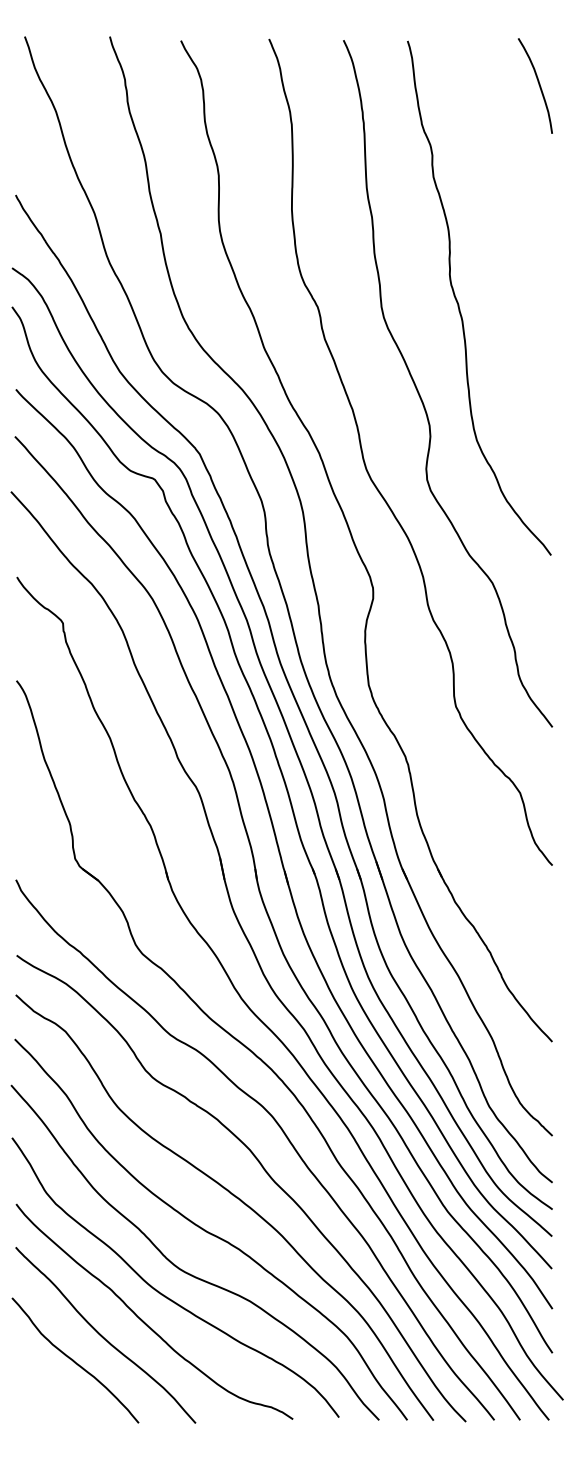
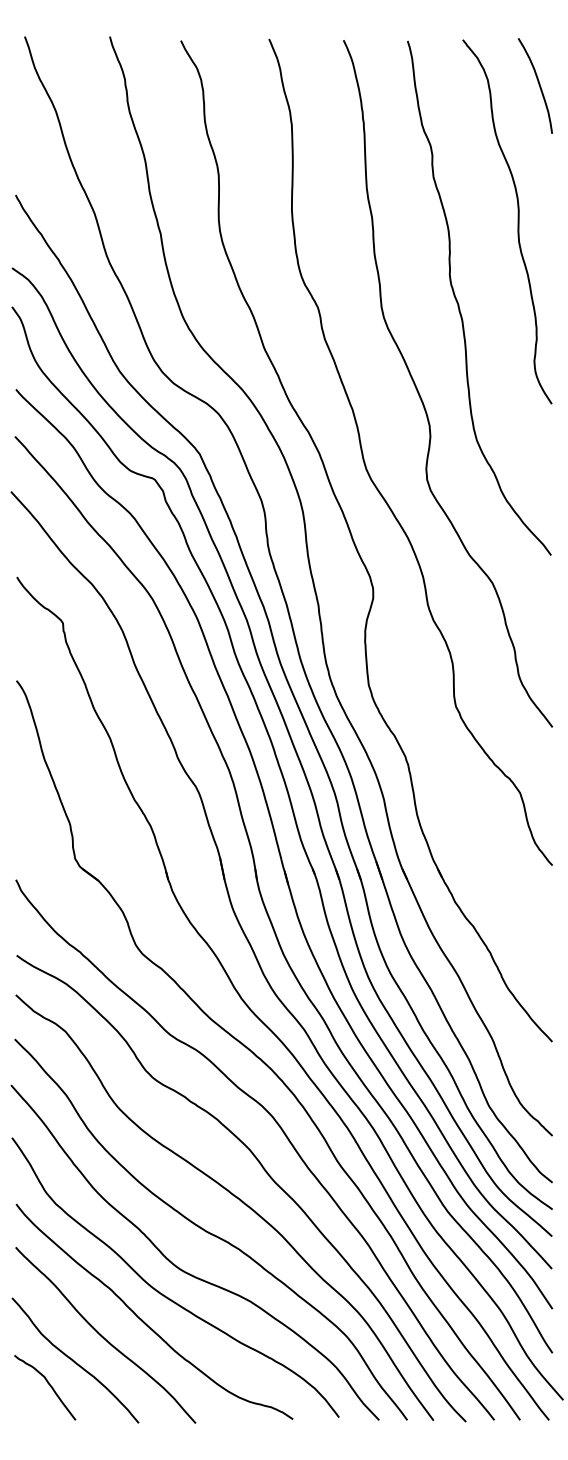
curve at (517, 221): none -> present
curve at (48, 1384): none -> present
